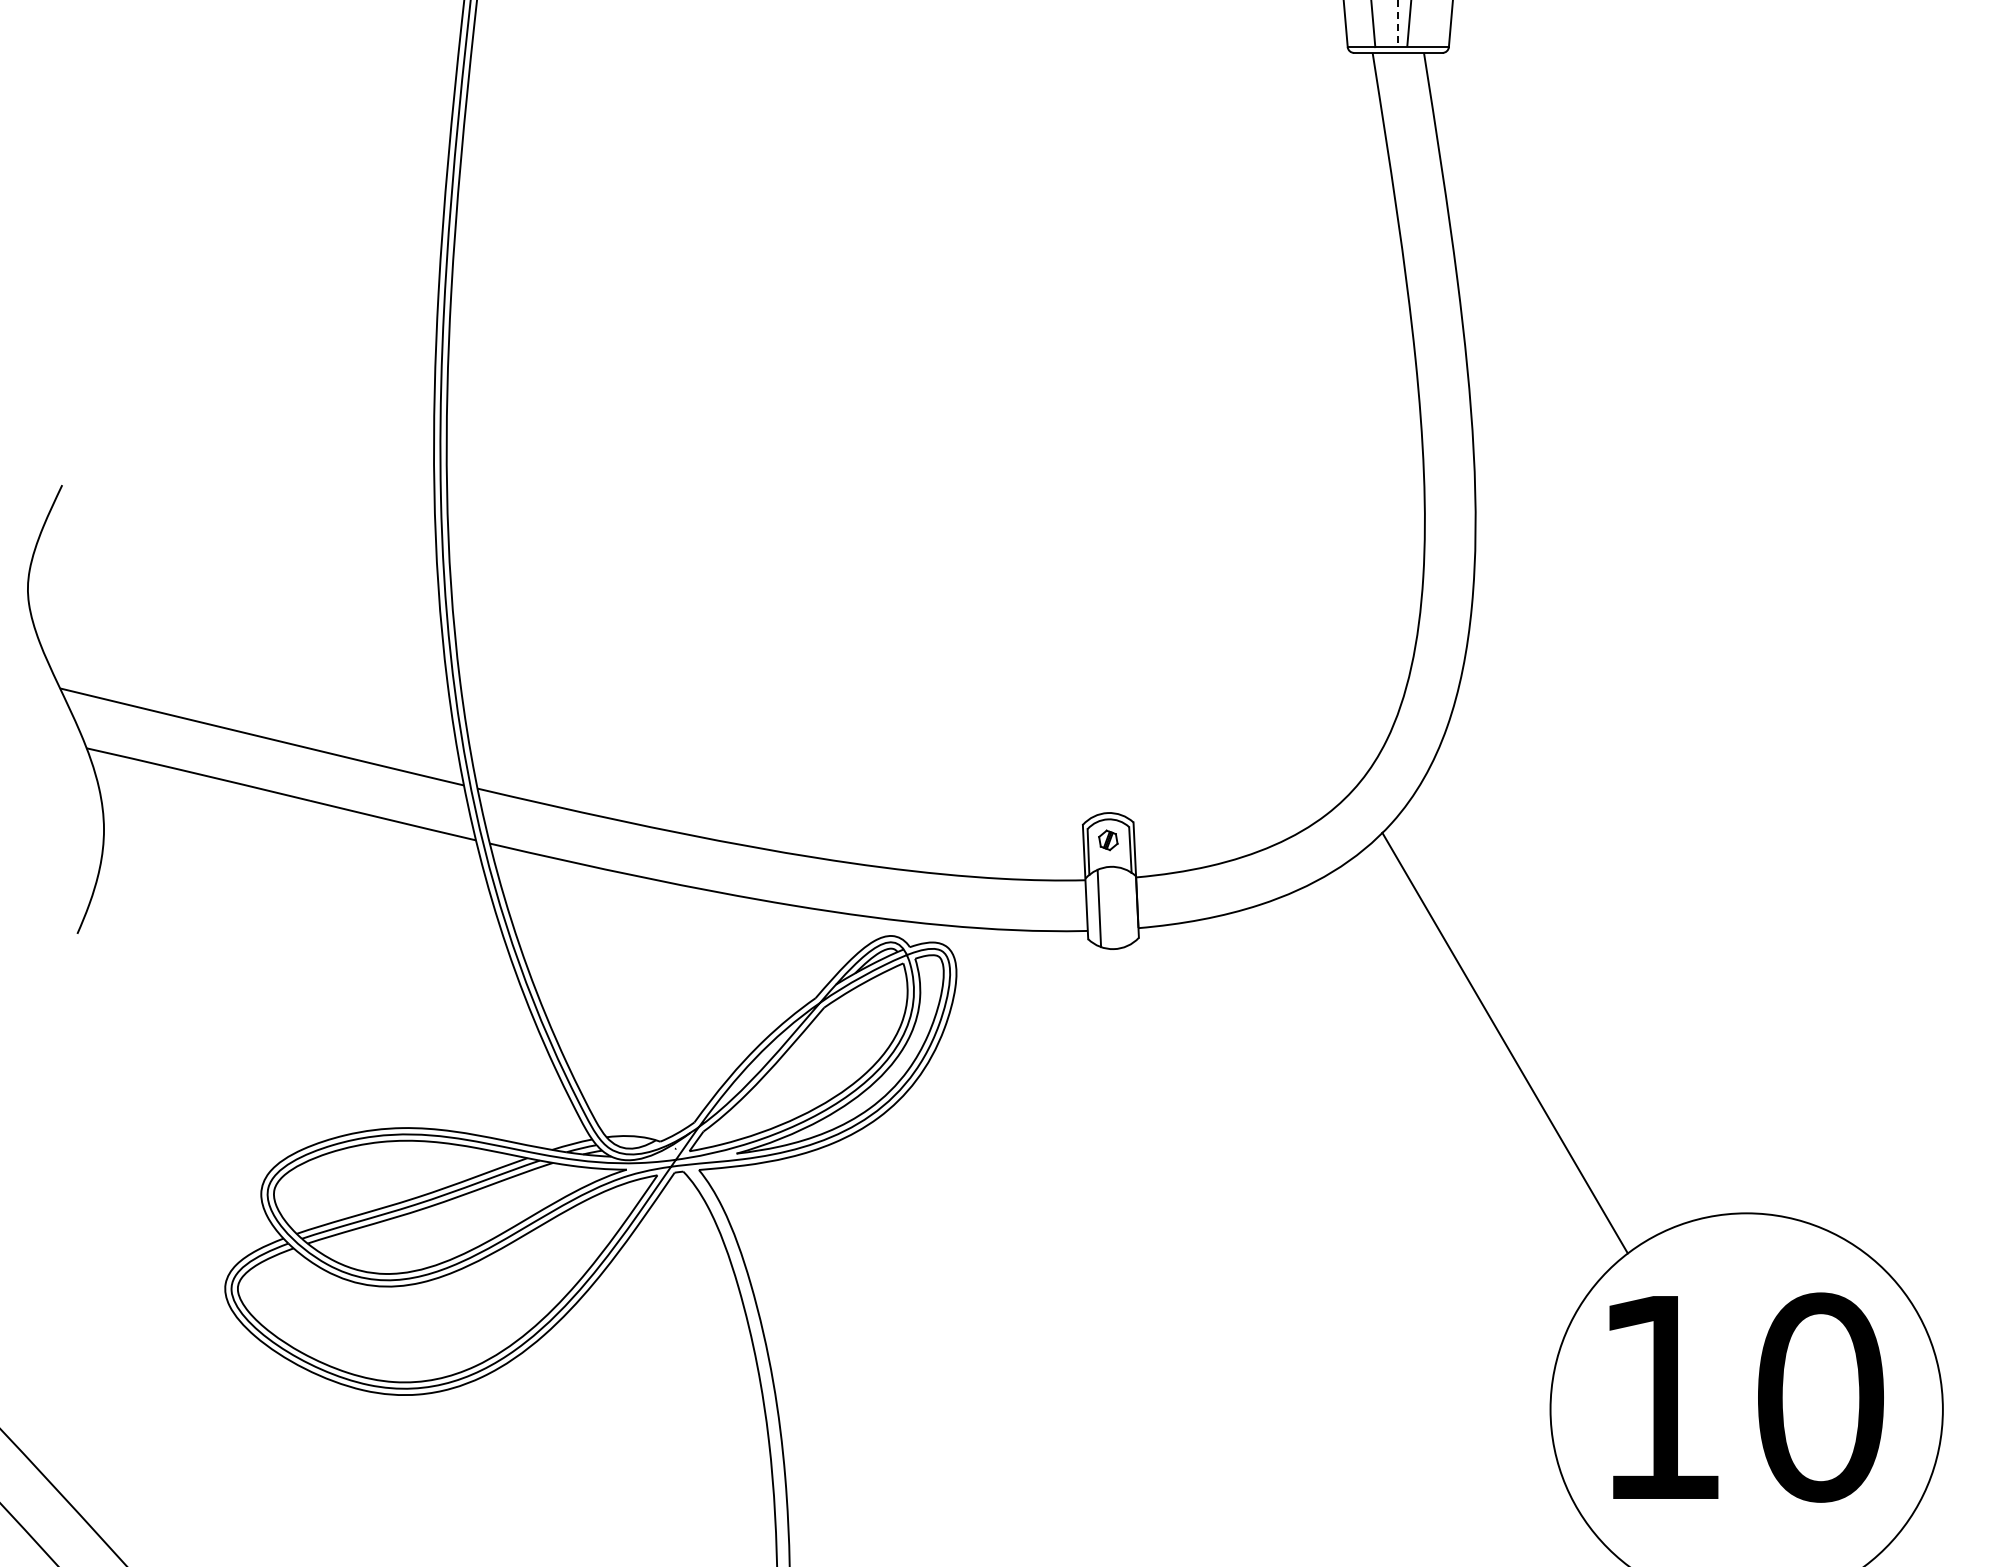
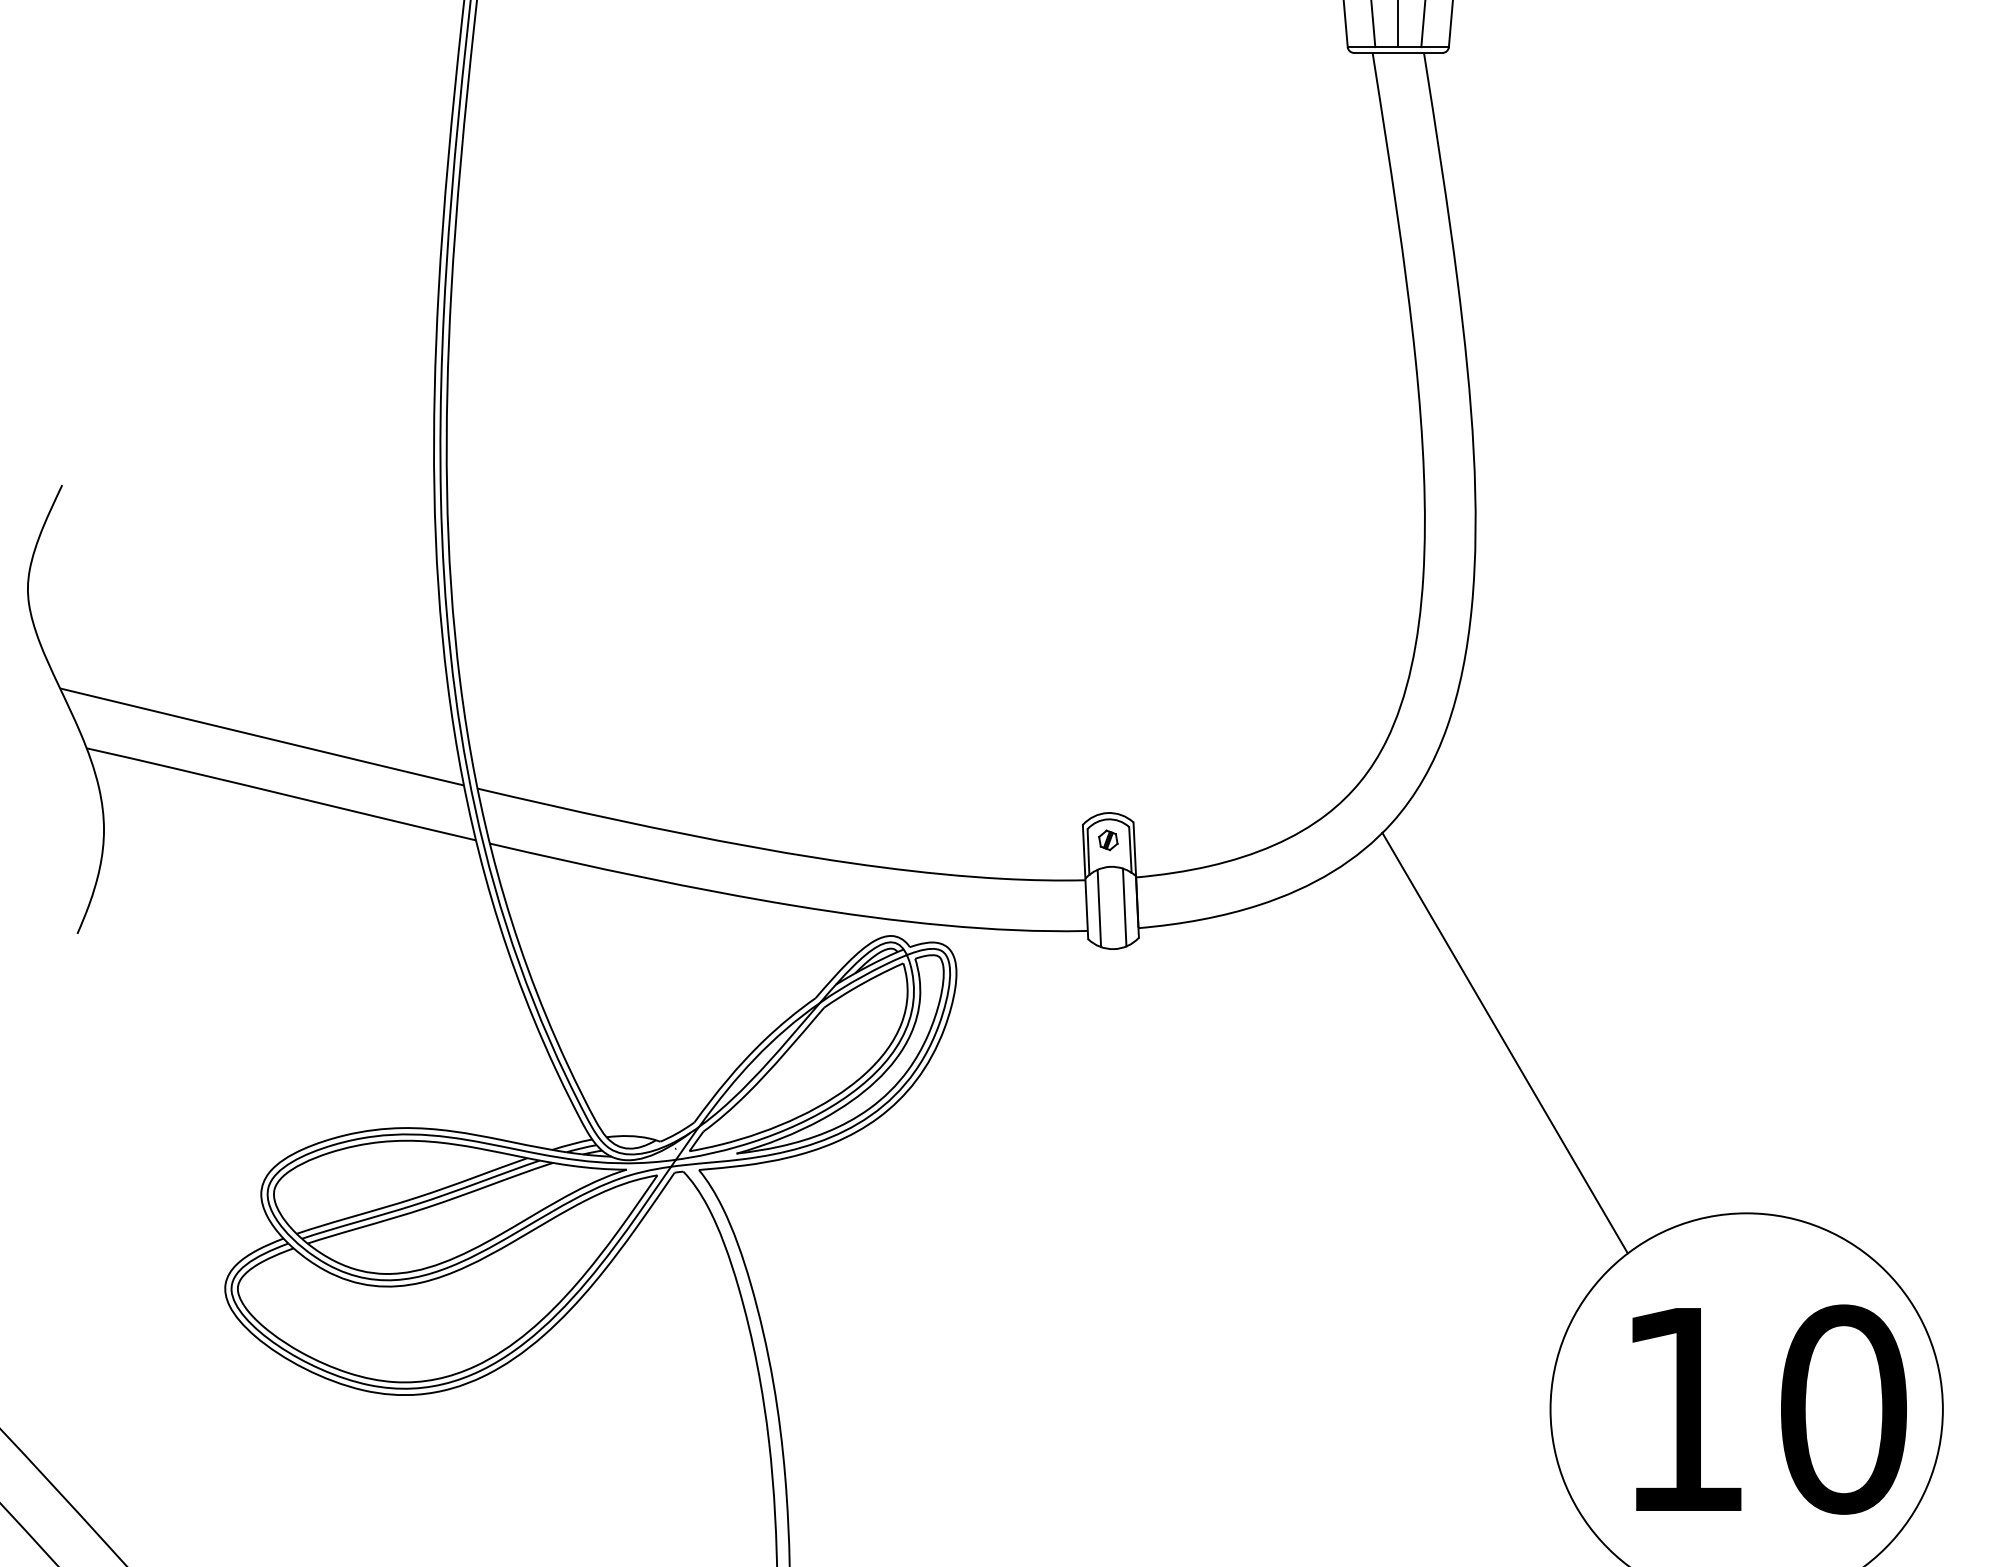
line at (1398, 24): dashed -> solid
line at (1409, 24) position: (1409, 24) -> (1423, 24)
line at (1124, 907): none -> present
text at (1746, 1397) position: (1746, 1397) -> (1769, 1409)
